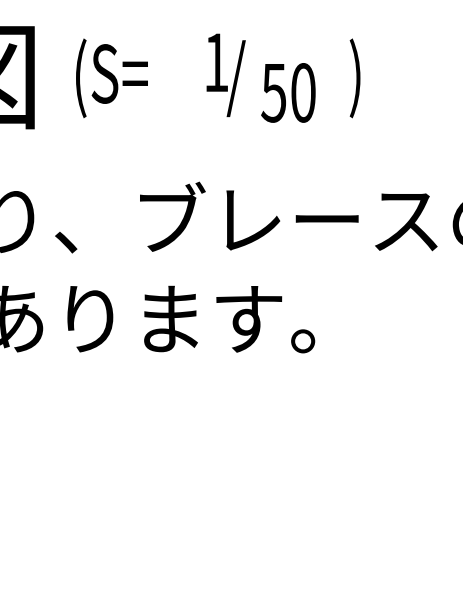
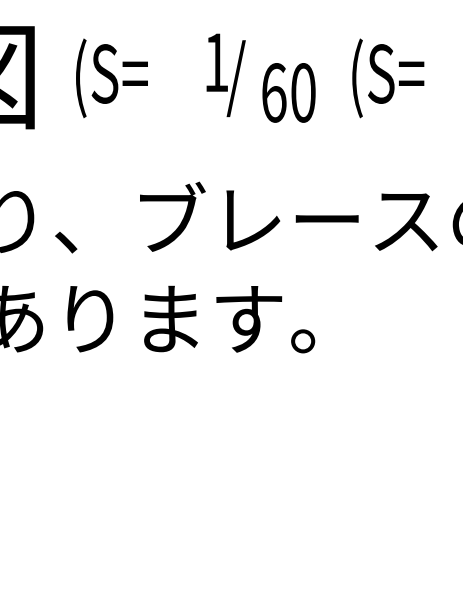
text at (386, 78): ) -> (S=
text at (273, 92): 50 -> 60
